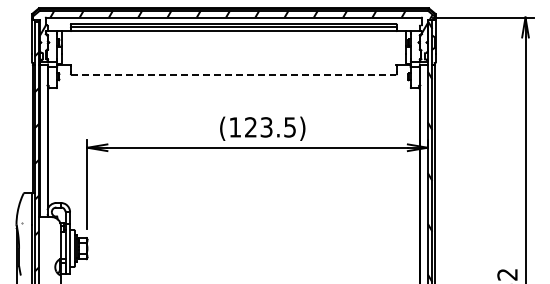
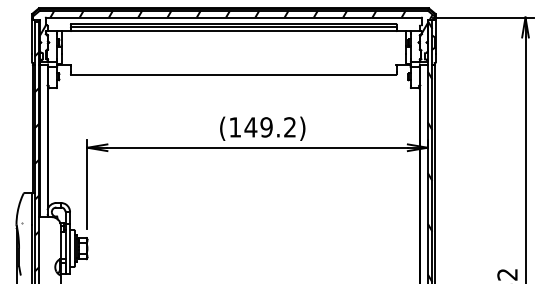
line at (234, 74): dashed -> solid
text at (269, 127): (123.5) -> (149.2)
